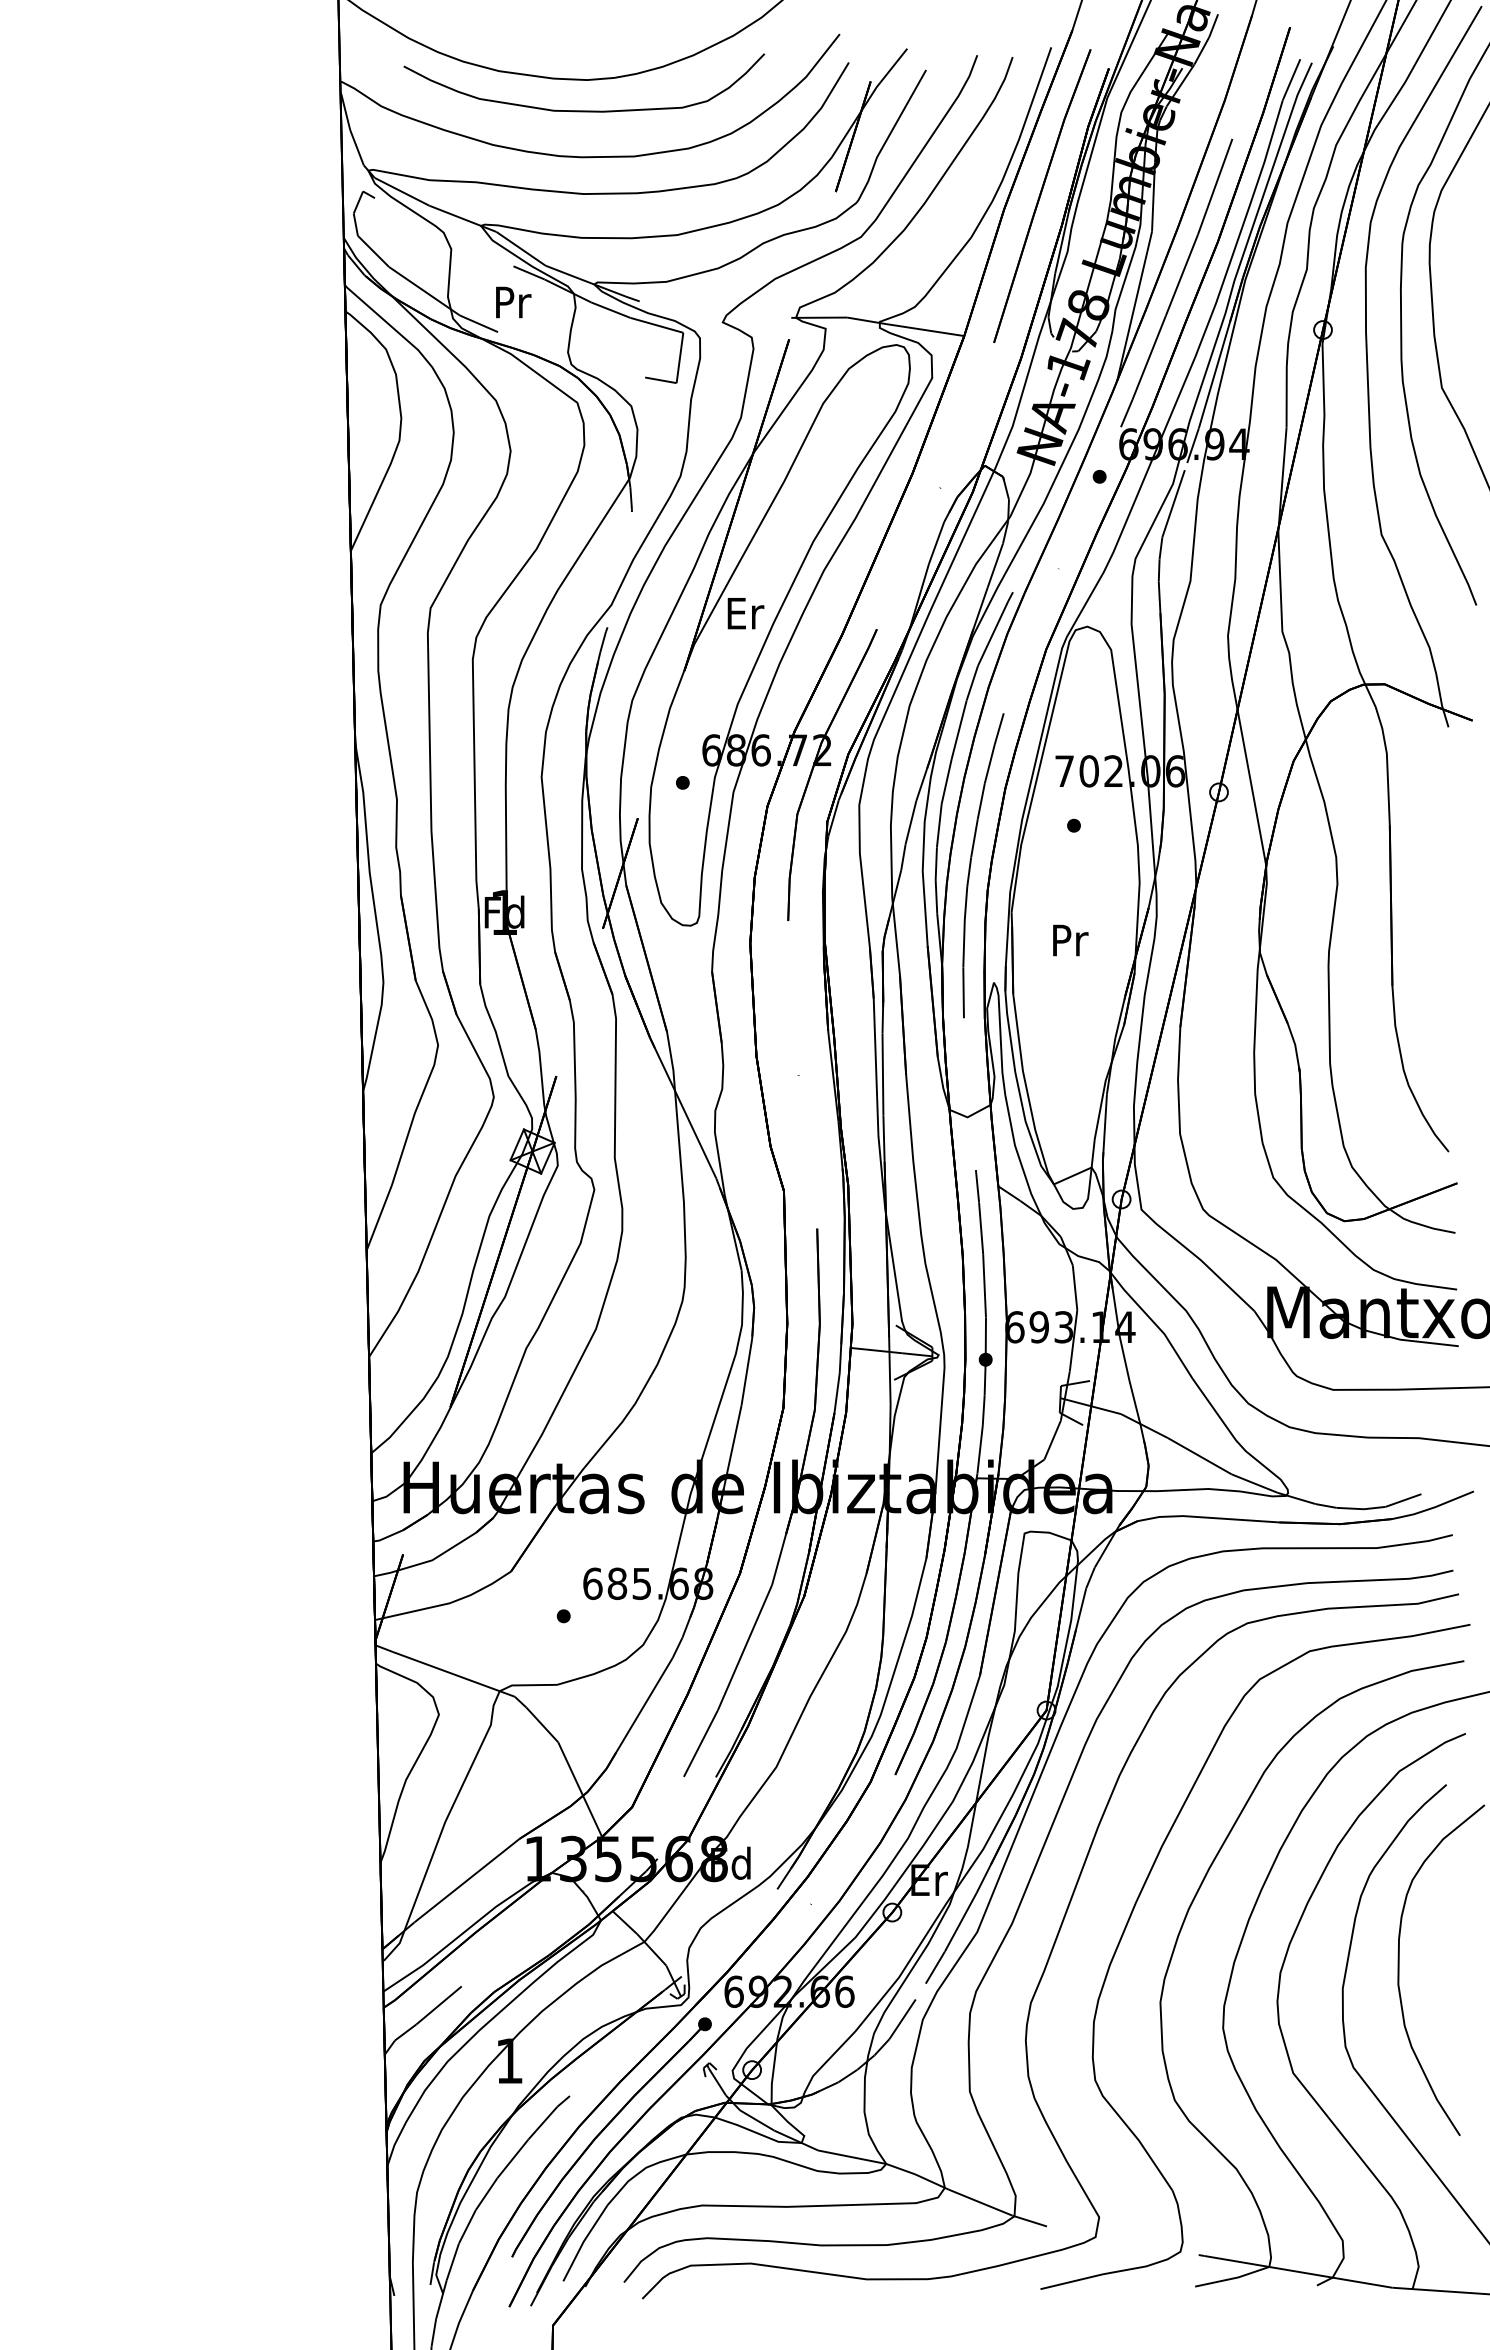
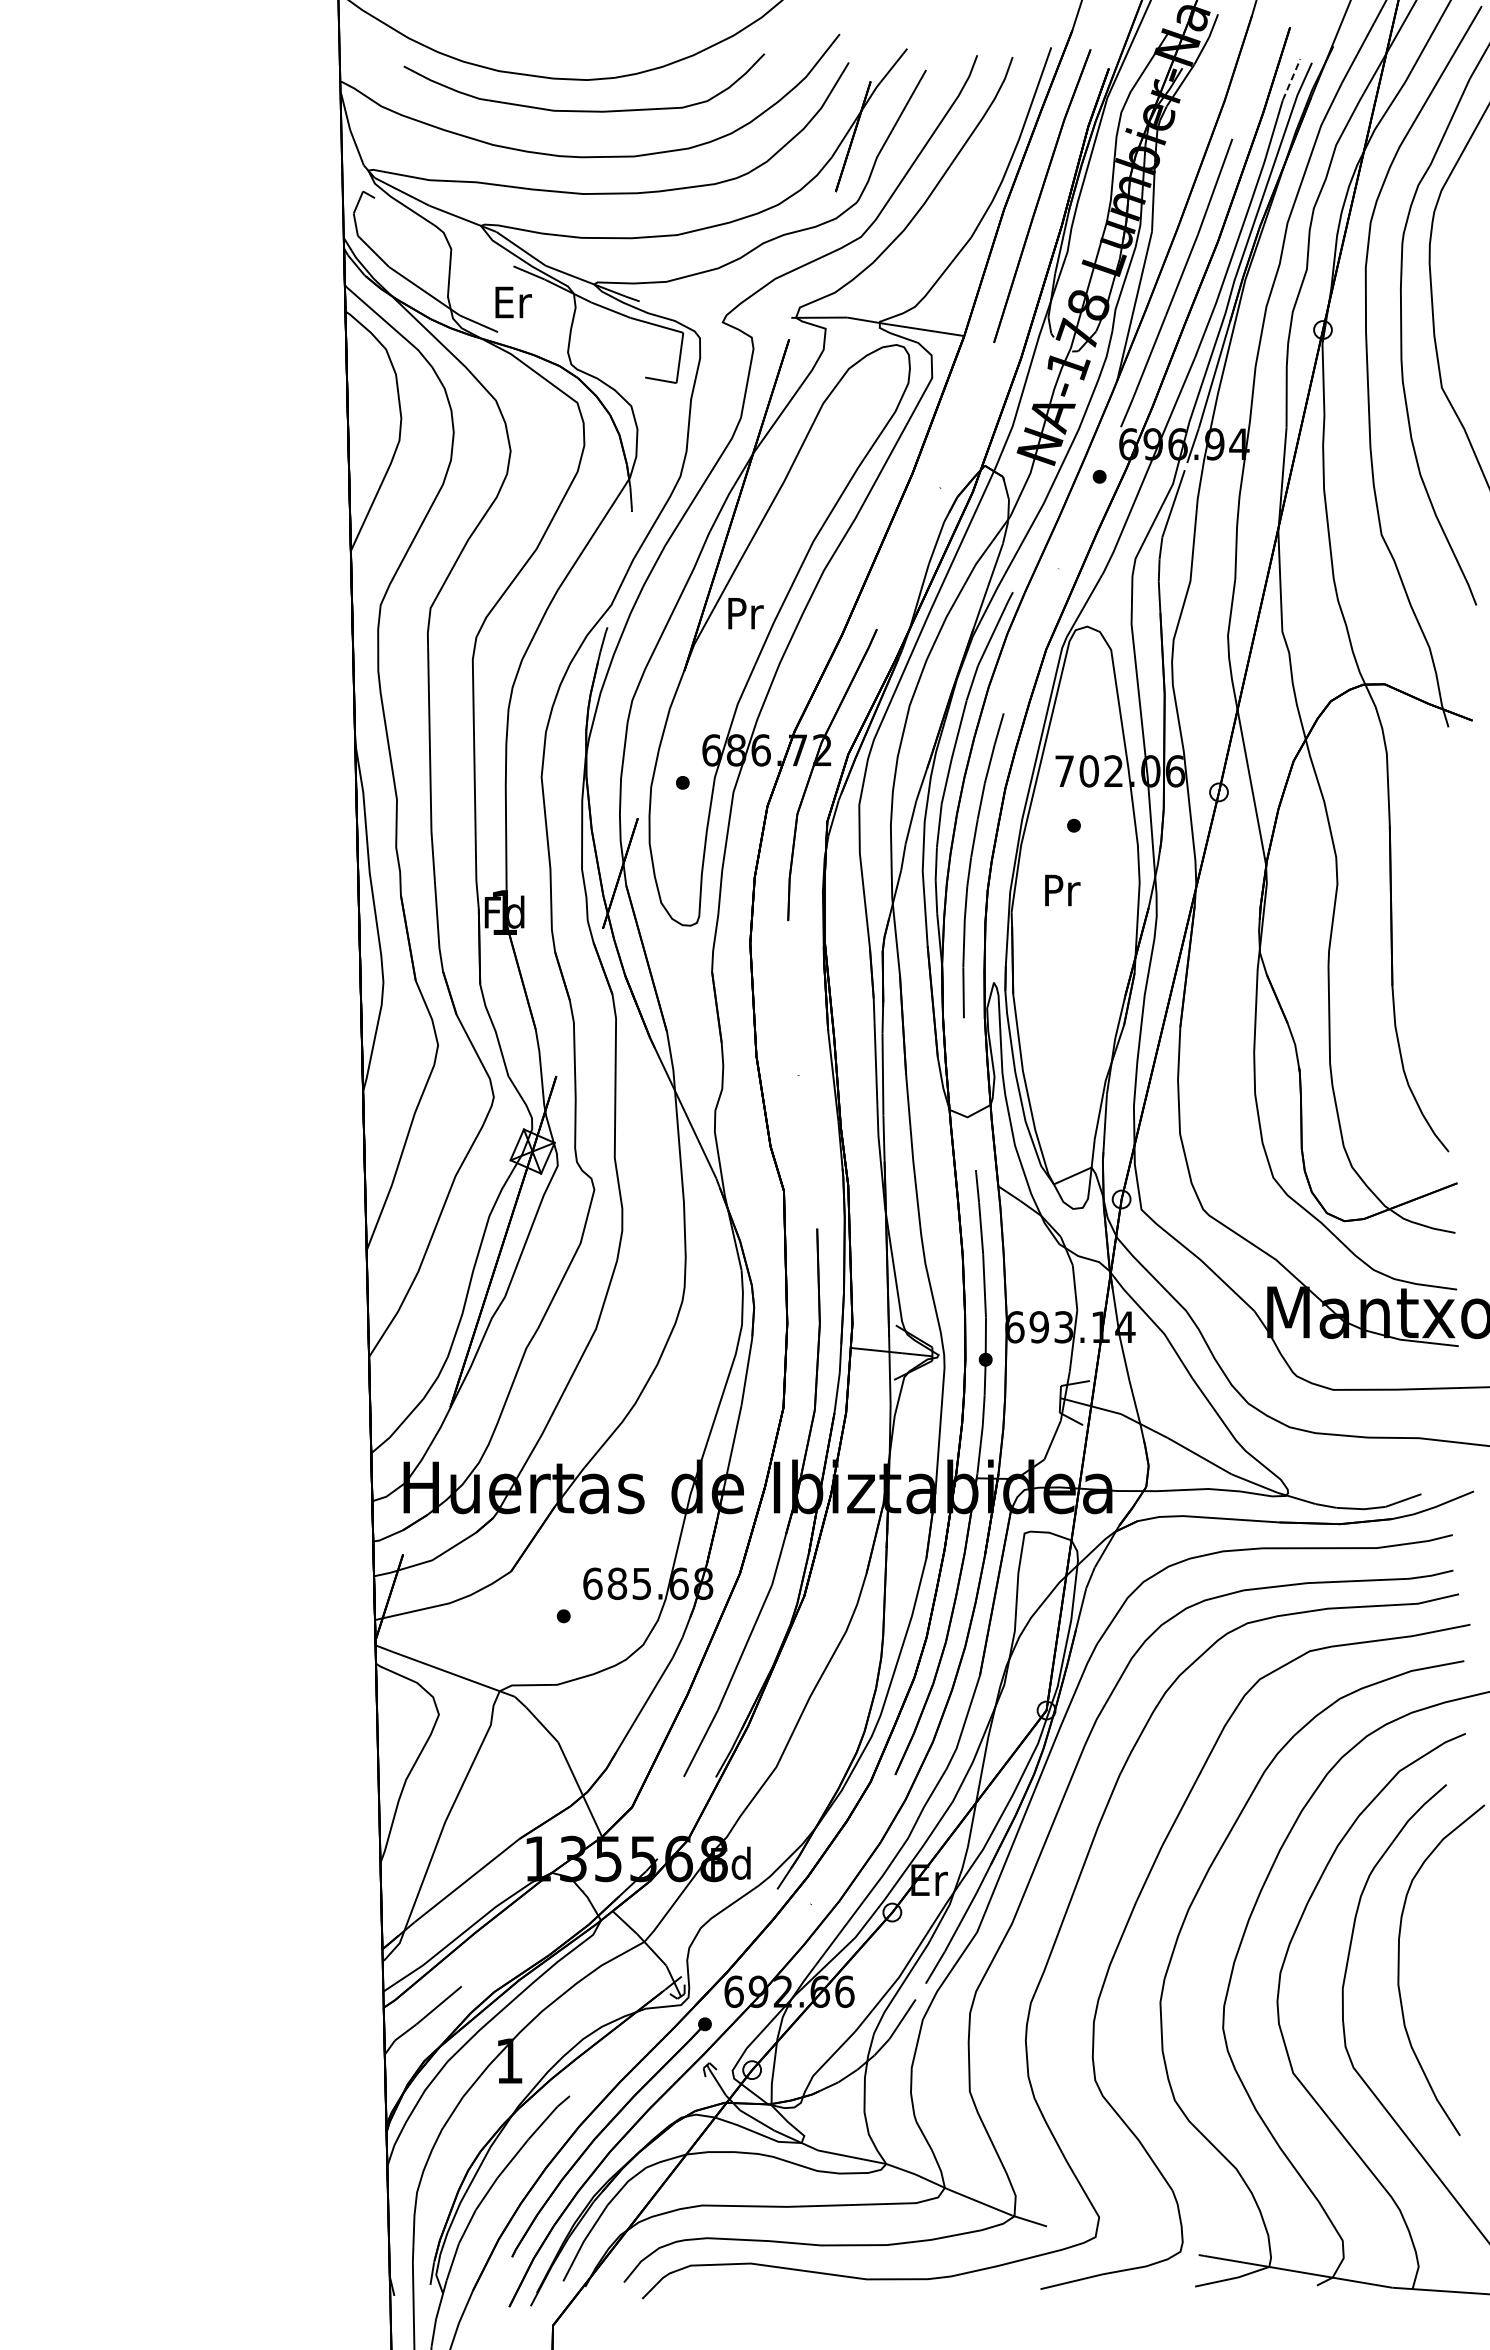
line at (1291, 79): solid -> dashed
text at (513, 302): Pr -> Er
text at (745, 613): Er -> Pr
text at (1070, 940) position: (1070, 940) -> (1062, 890)
